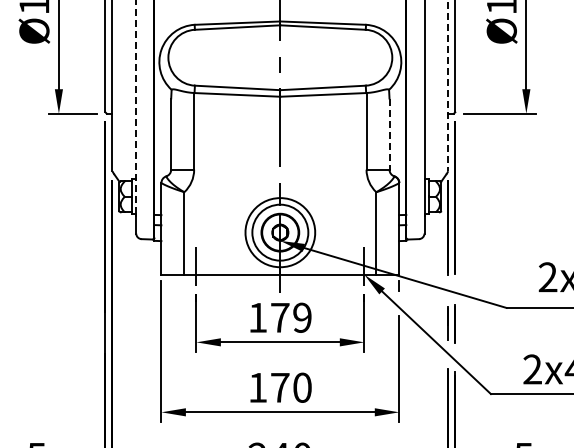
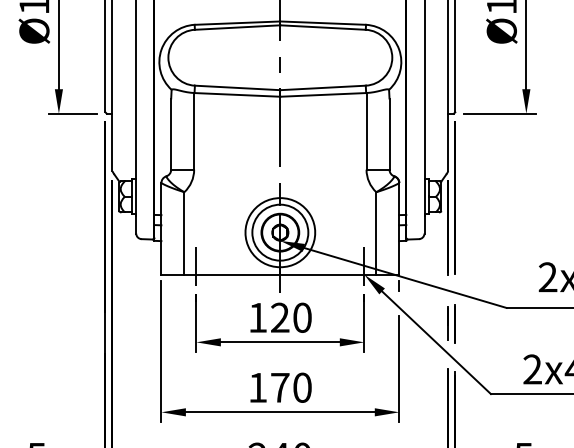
line at (448, 86): dashed -> solid
line at (136, 107): dashed -> solid
line at (389, 134): dashed -> solid
text at (291, 317): 179 -> 120
